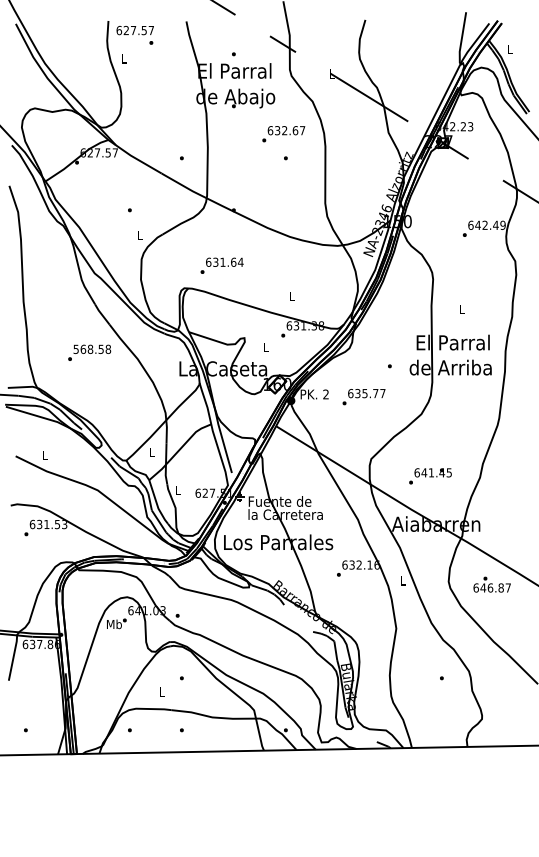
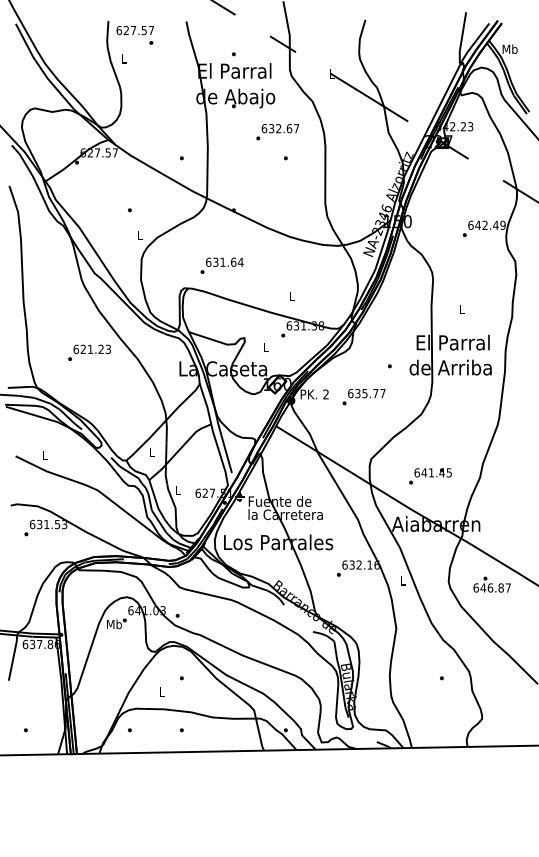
text at (509, 48): L -> Mb
text at (283, 134) position: (283, 134) -> (277, 132)
text at (92, 349): 568.58 -> 621.23
